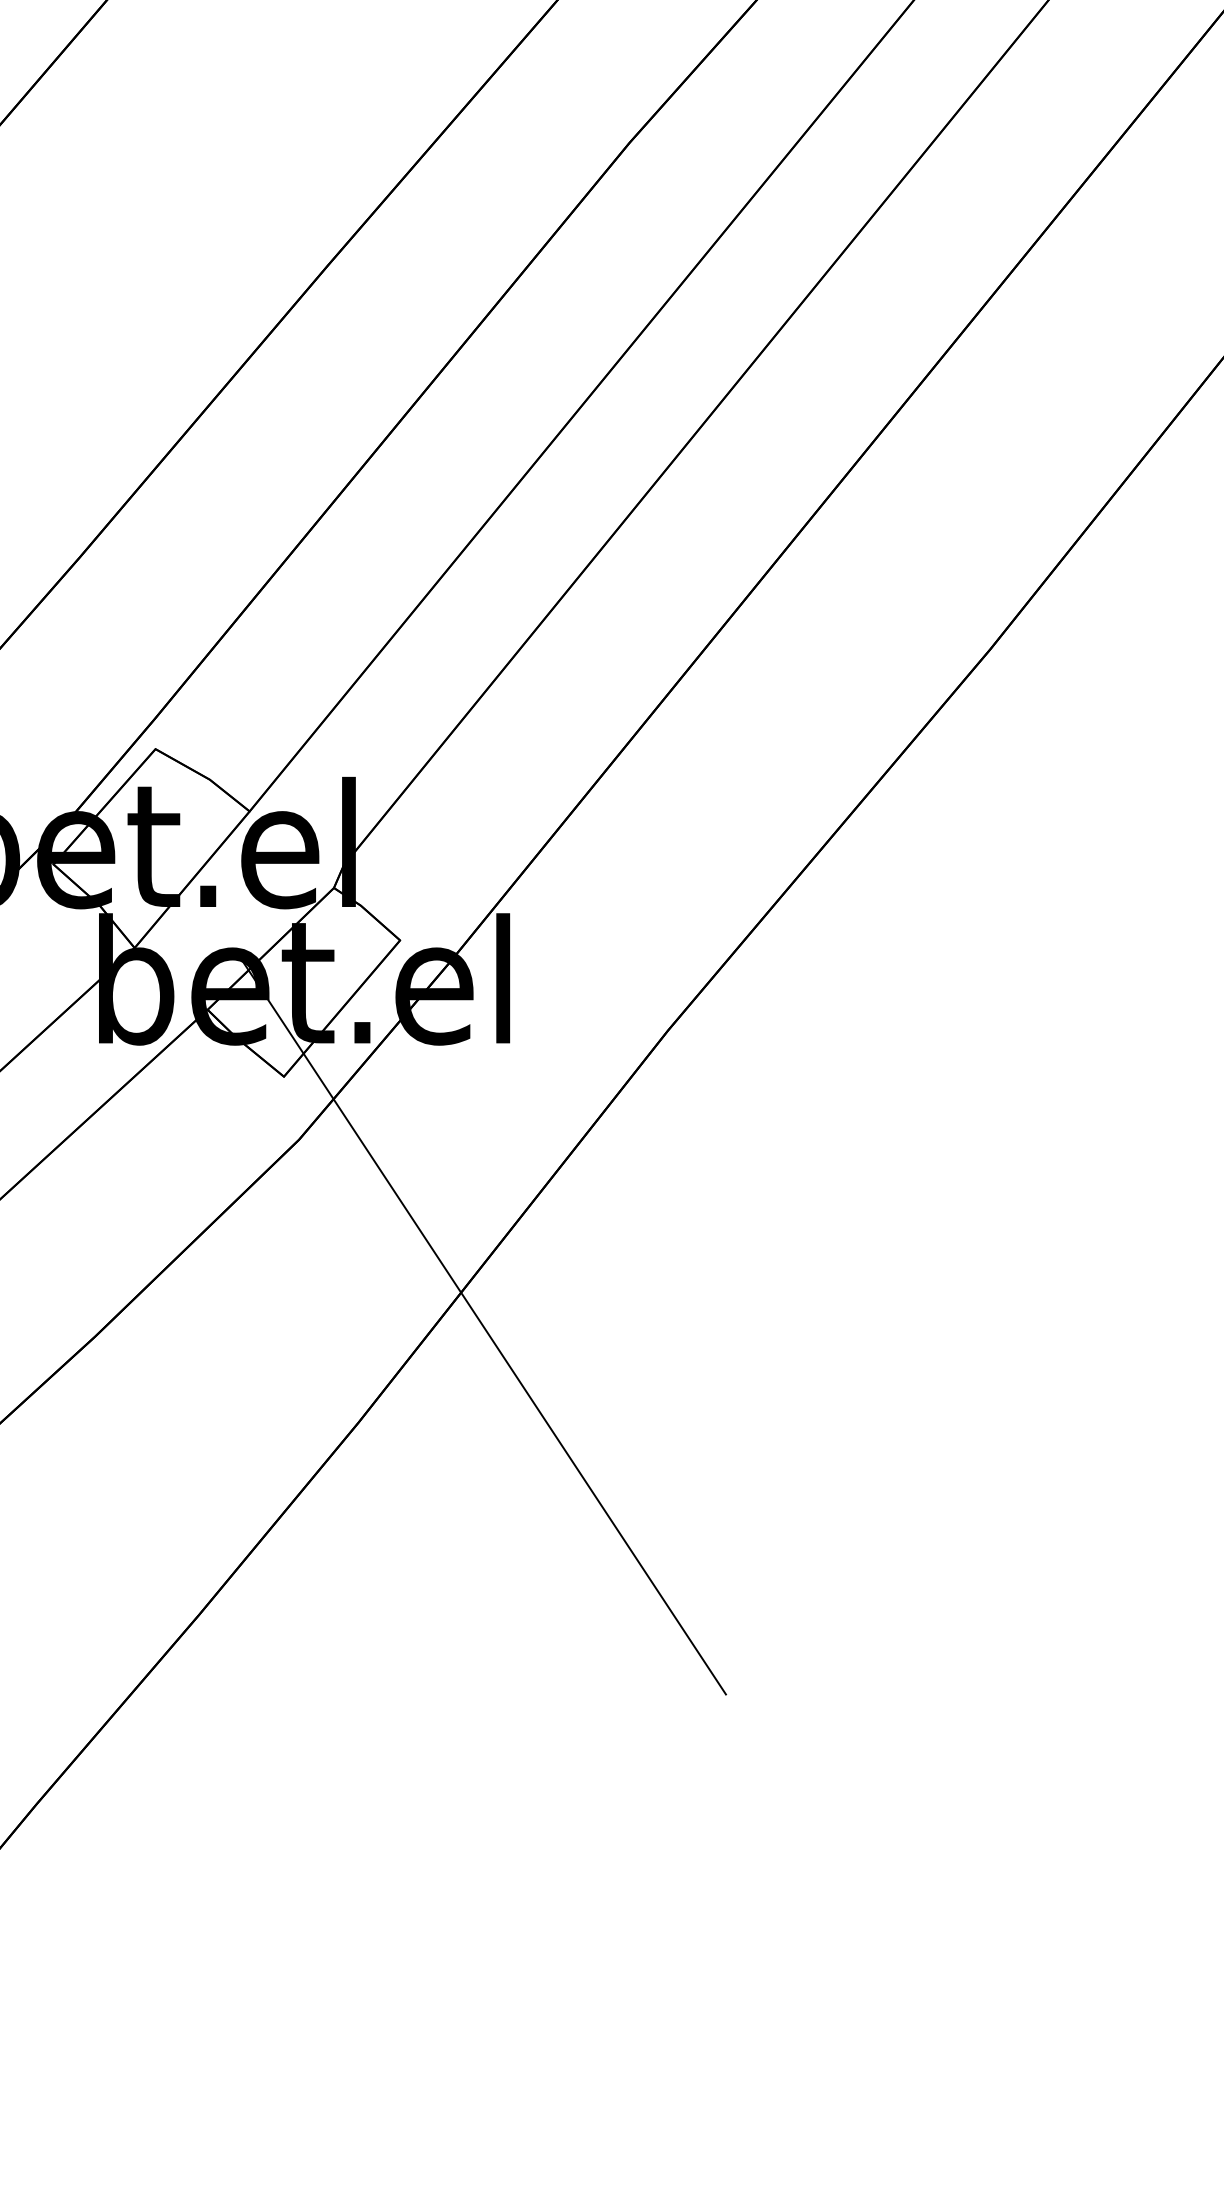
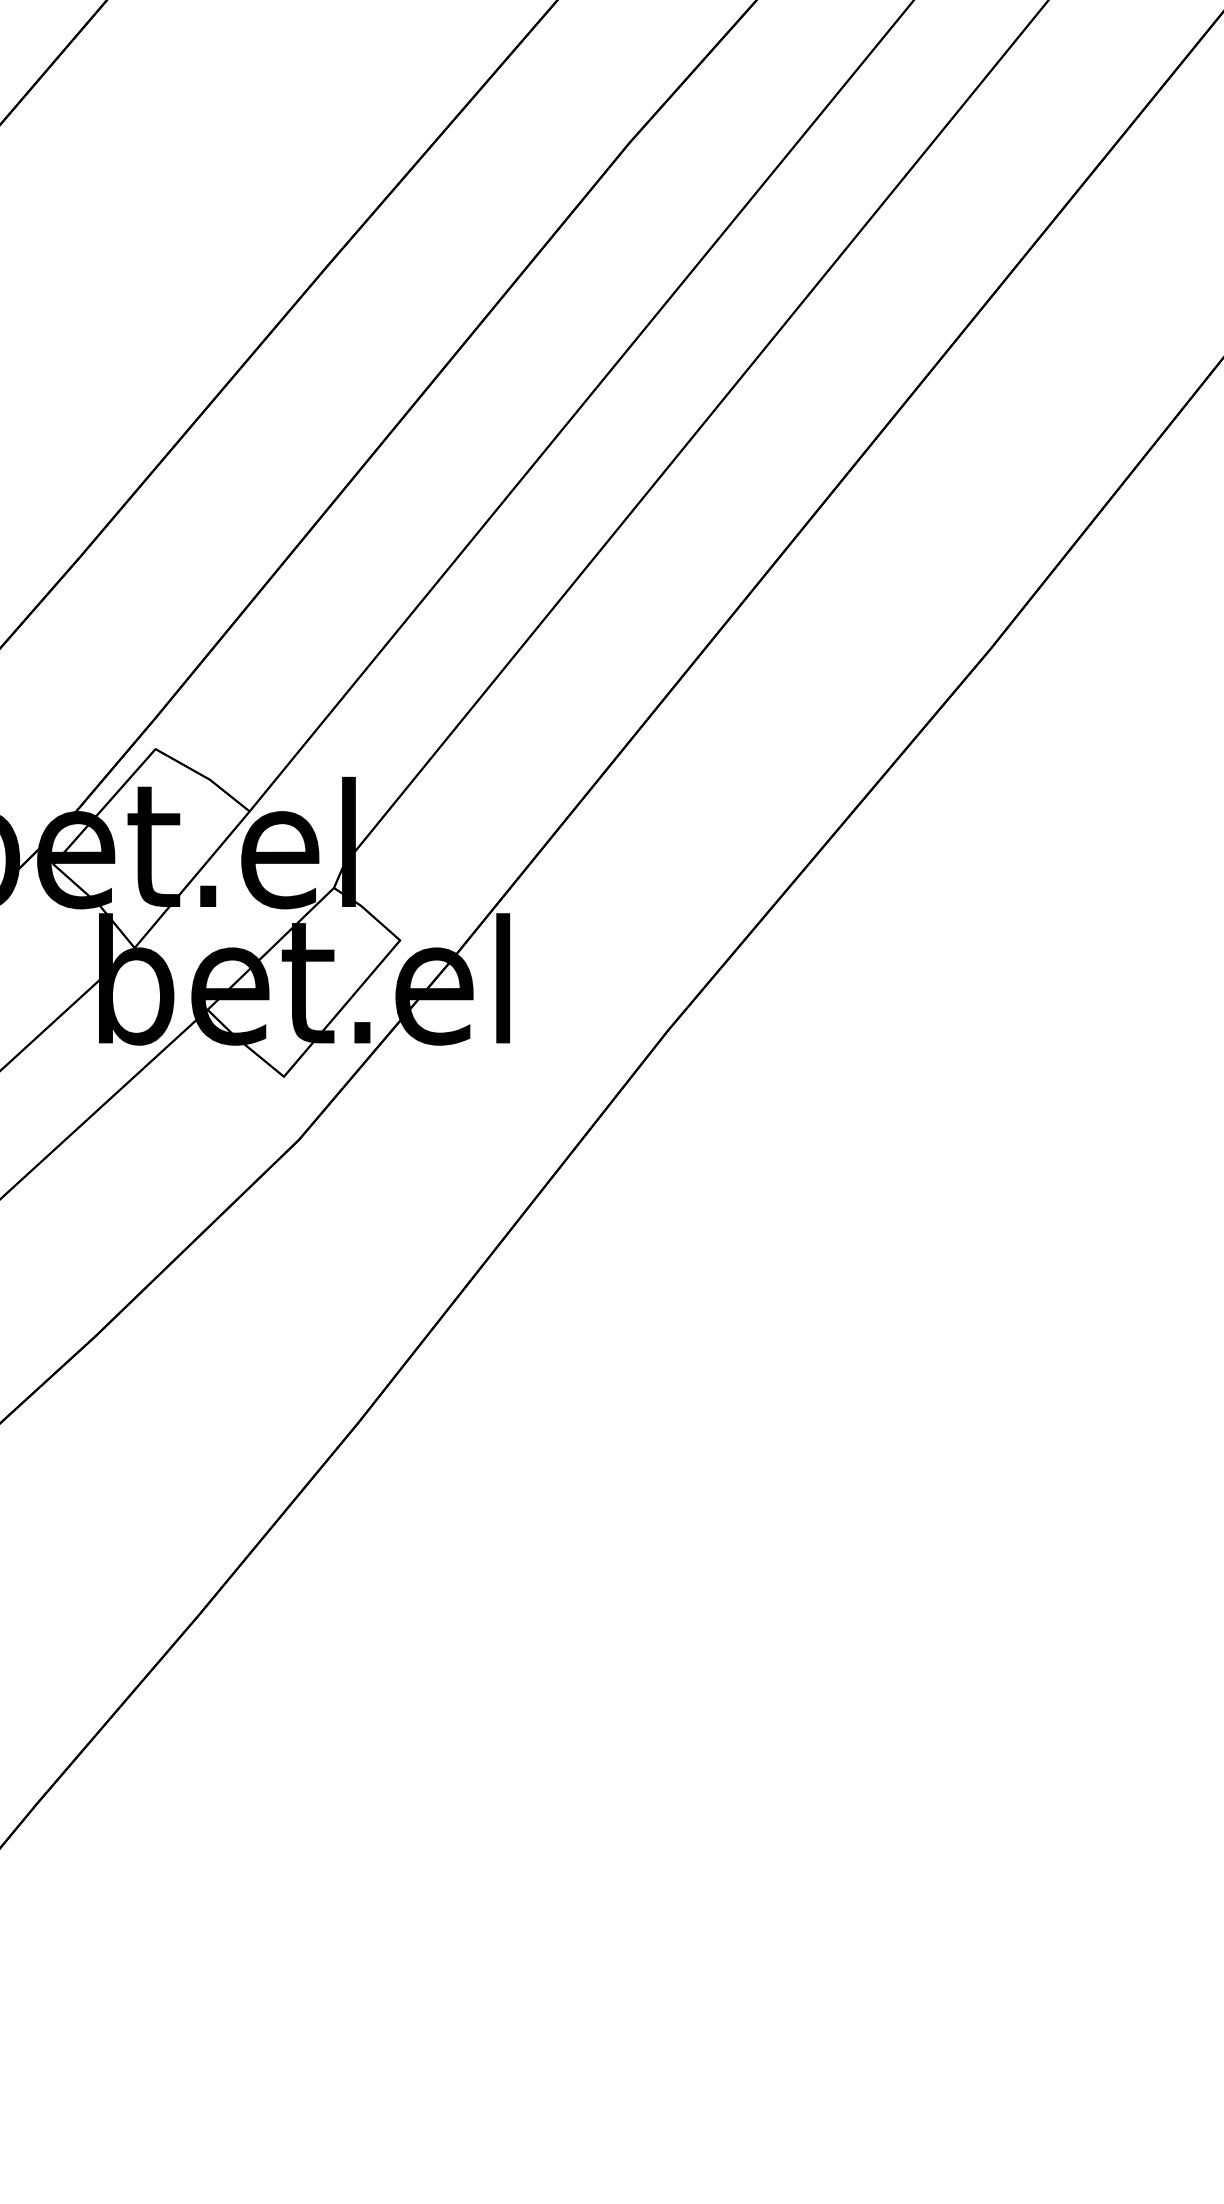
line at (483, 1327): present -> none
